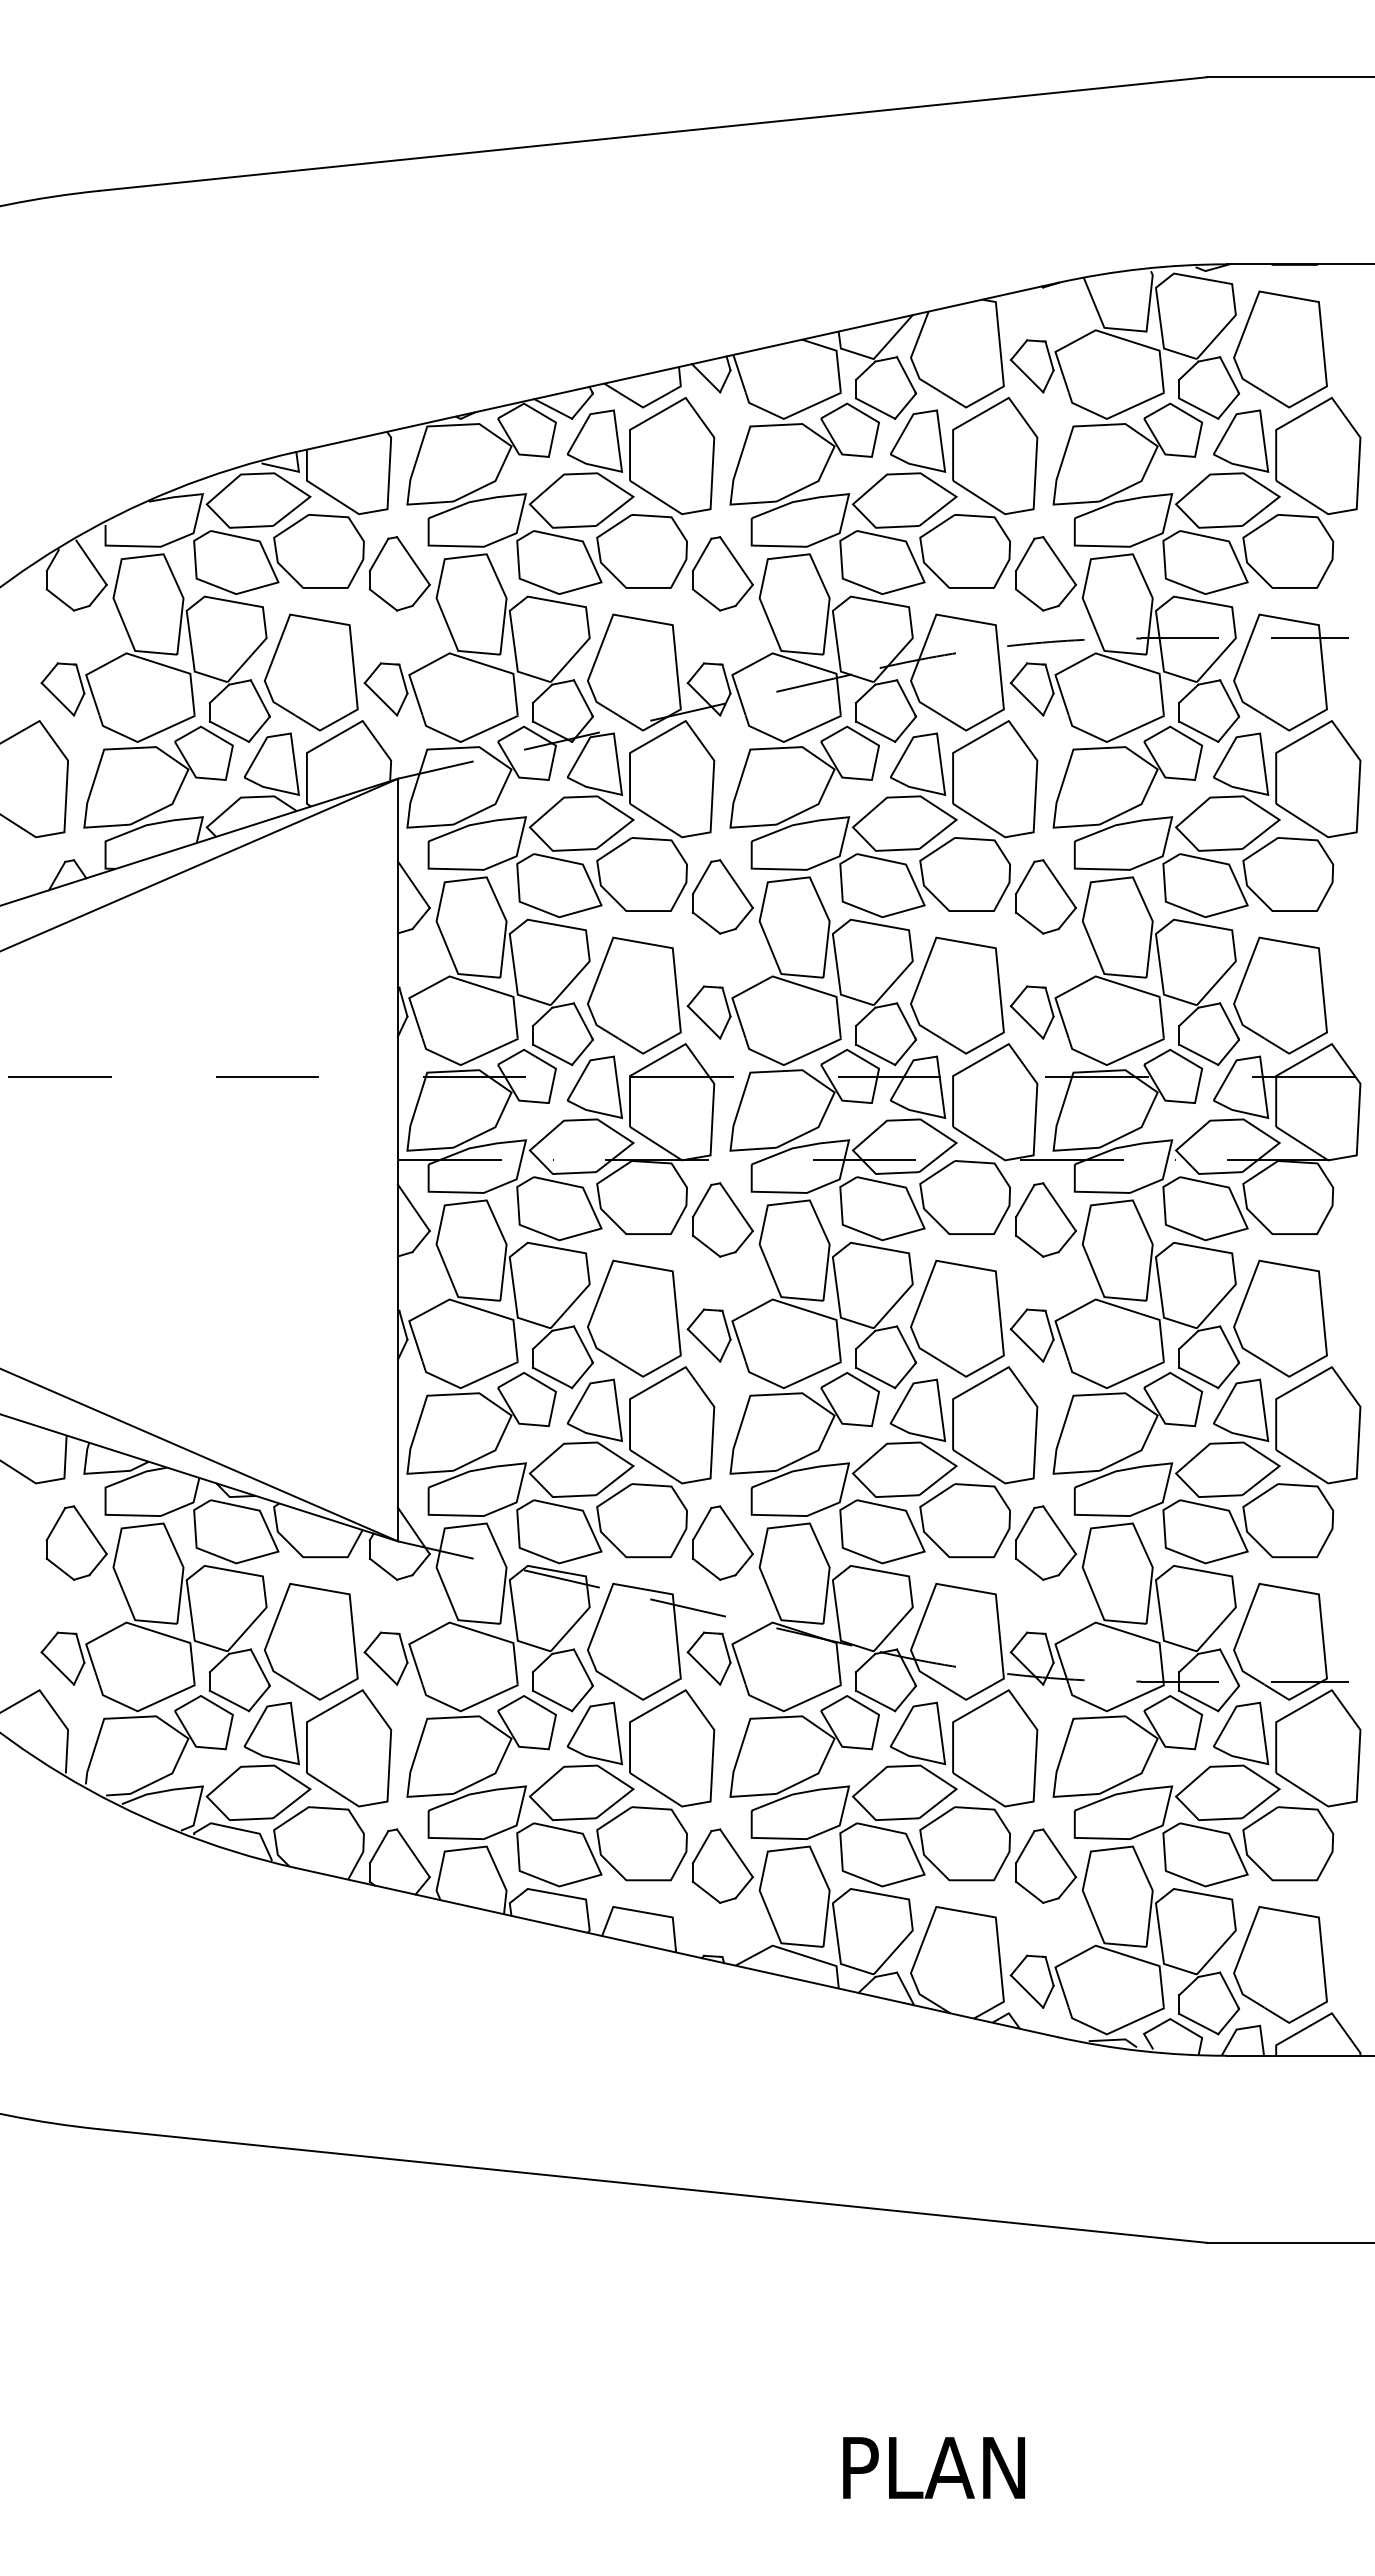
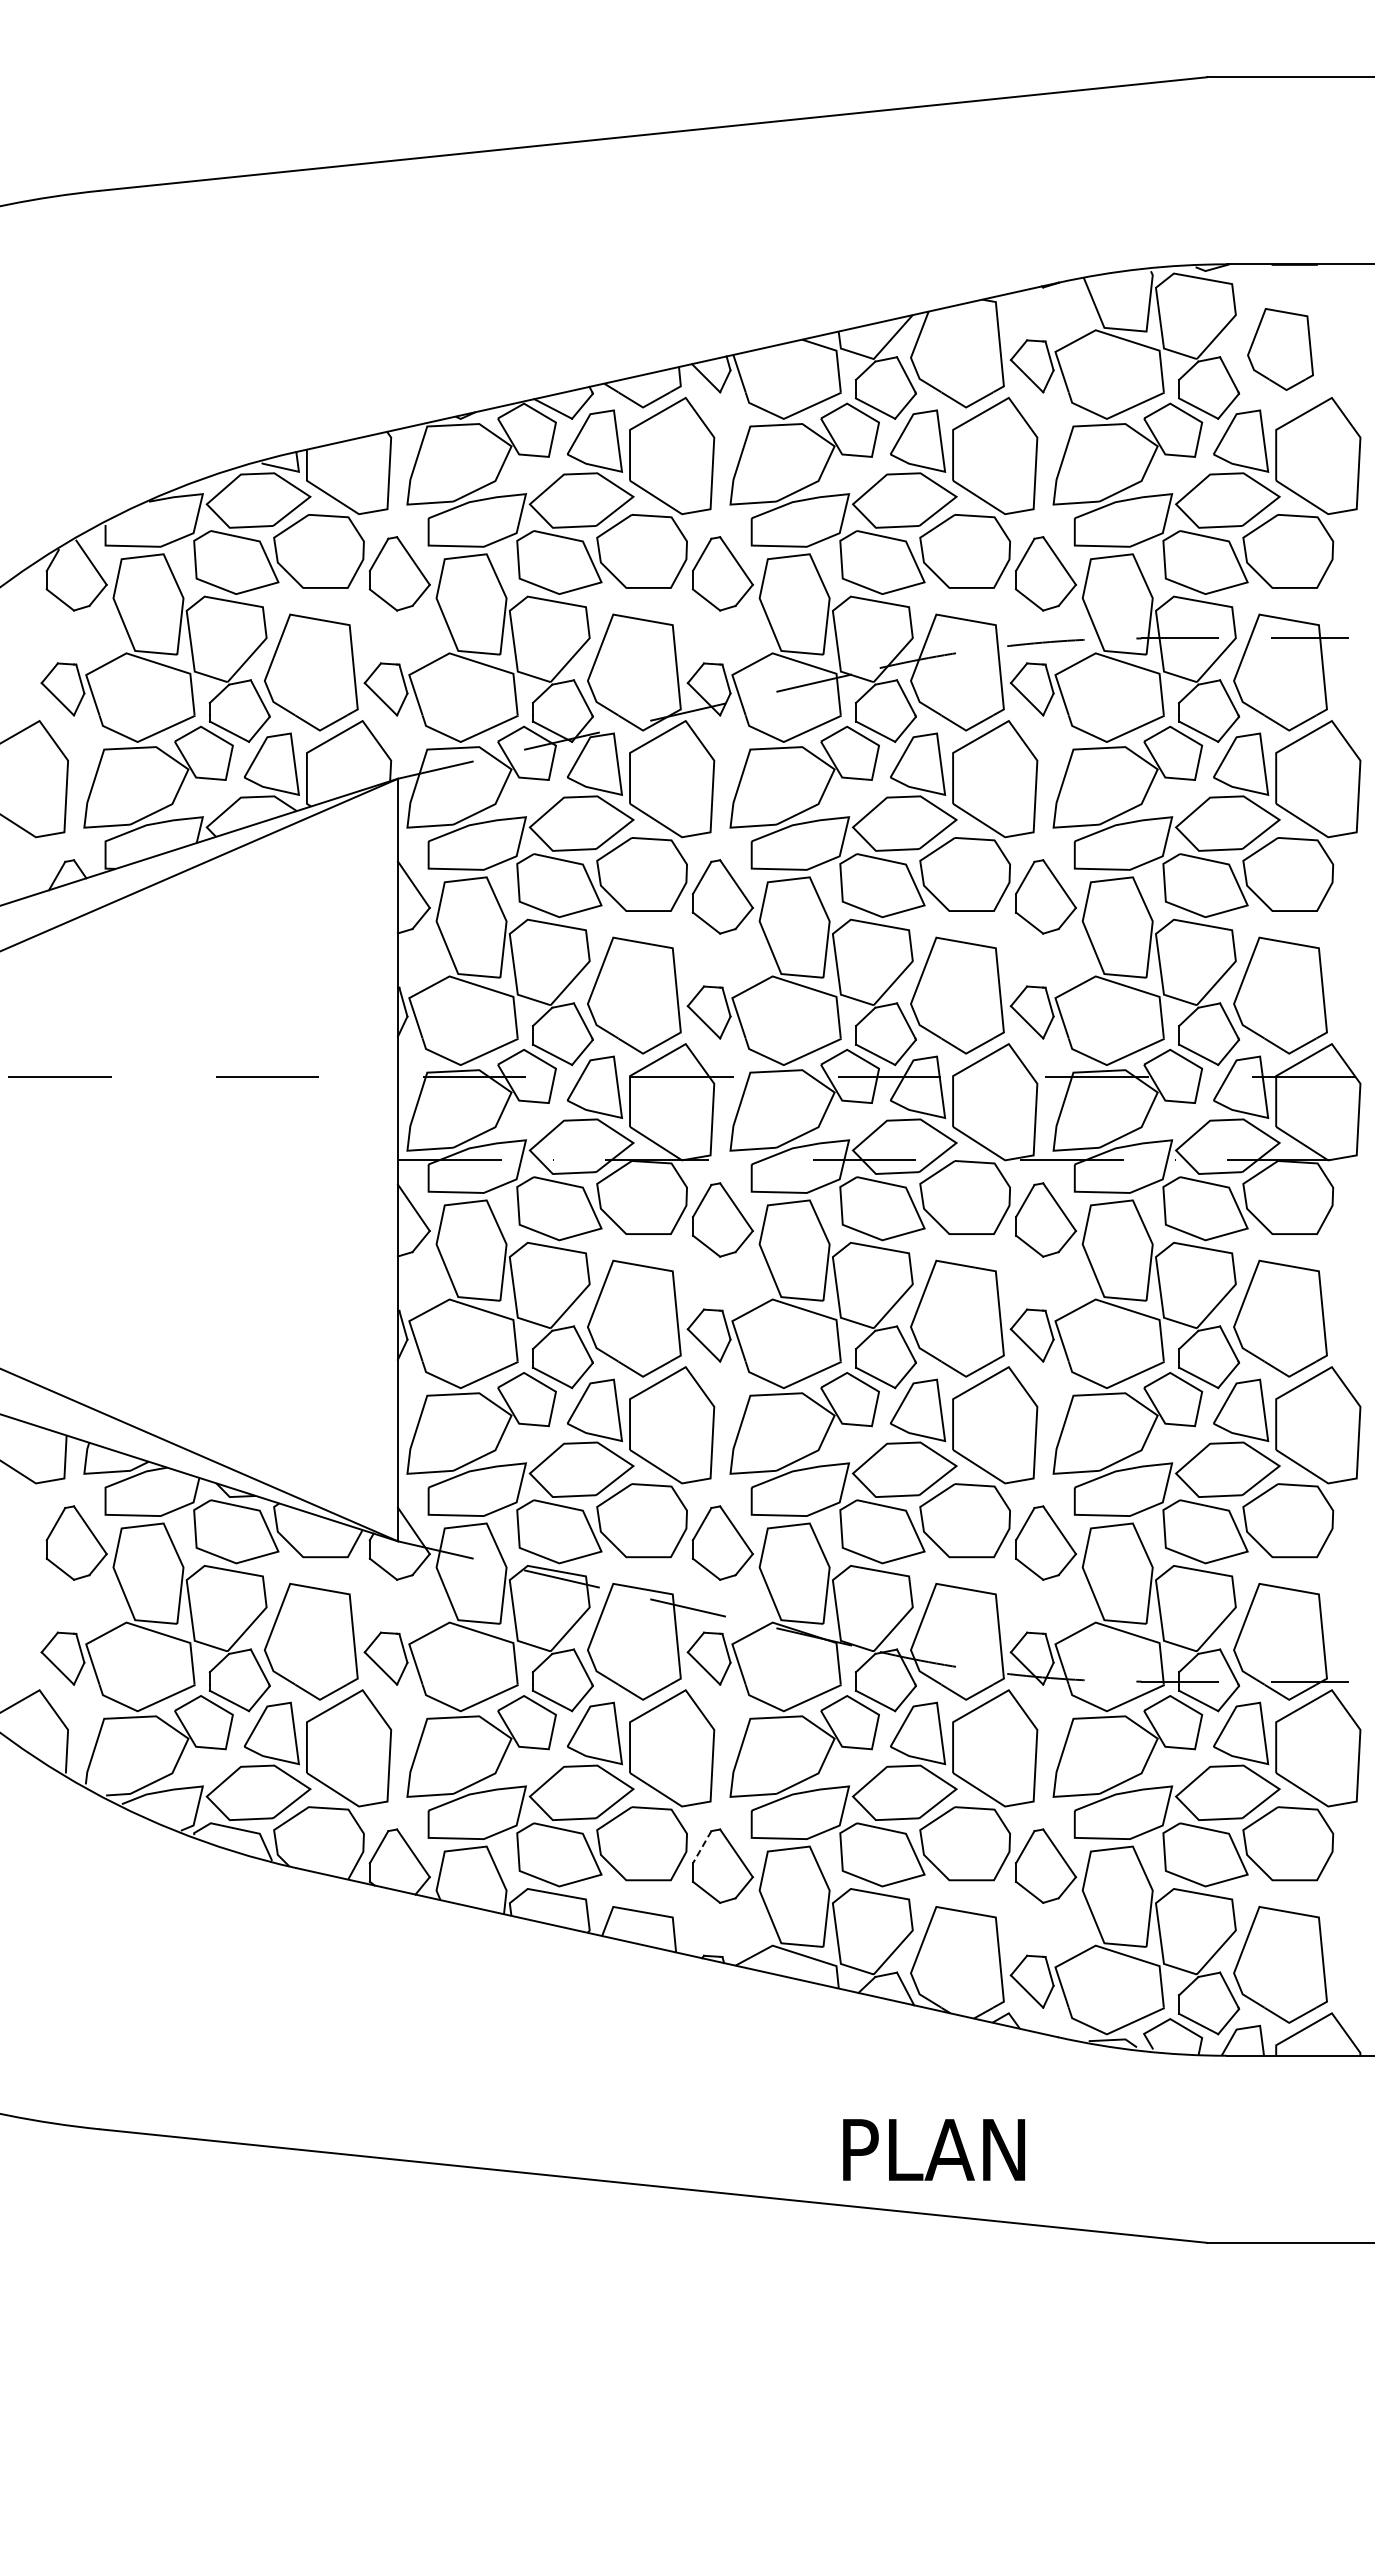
part at (1280, 349) size: 95x119 px -> 67x83 px
line at (702, 1847): solid -> dashed
text at (933, 2467) position: (933, 2467) -> (933, 2149)
